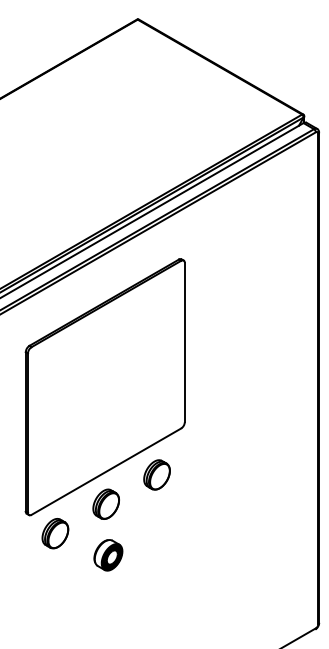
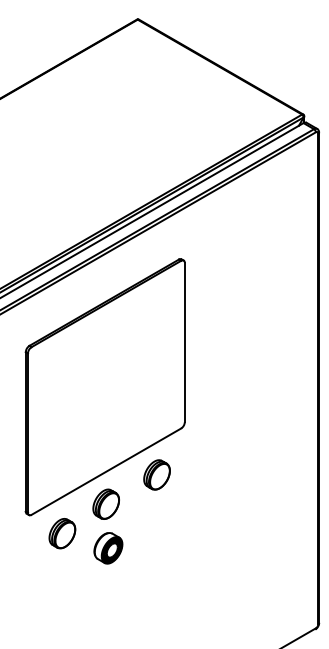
part at (55, 533) position: (55, 533) -> (62, 533)
part at (108, 555) position: (108, 555) -> (108, 548)
